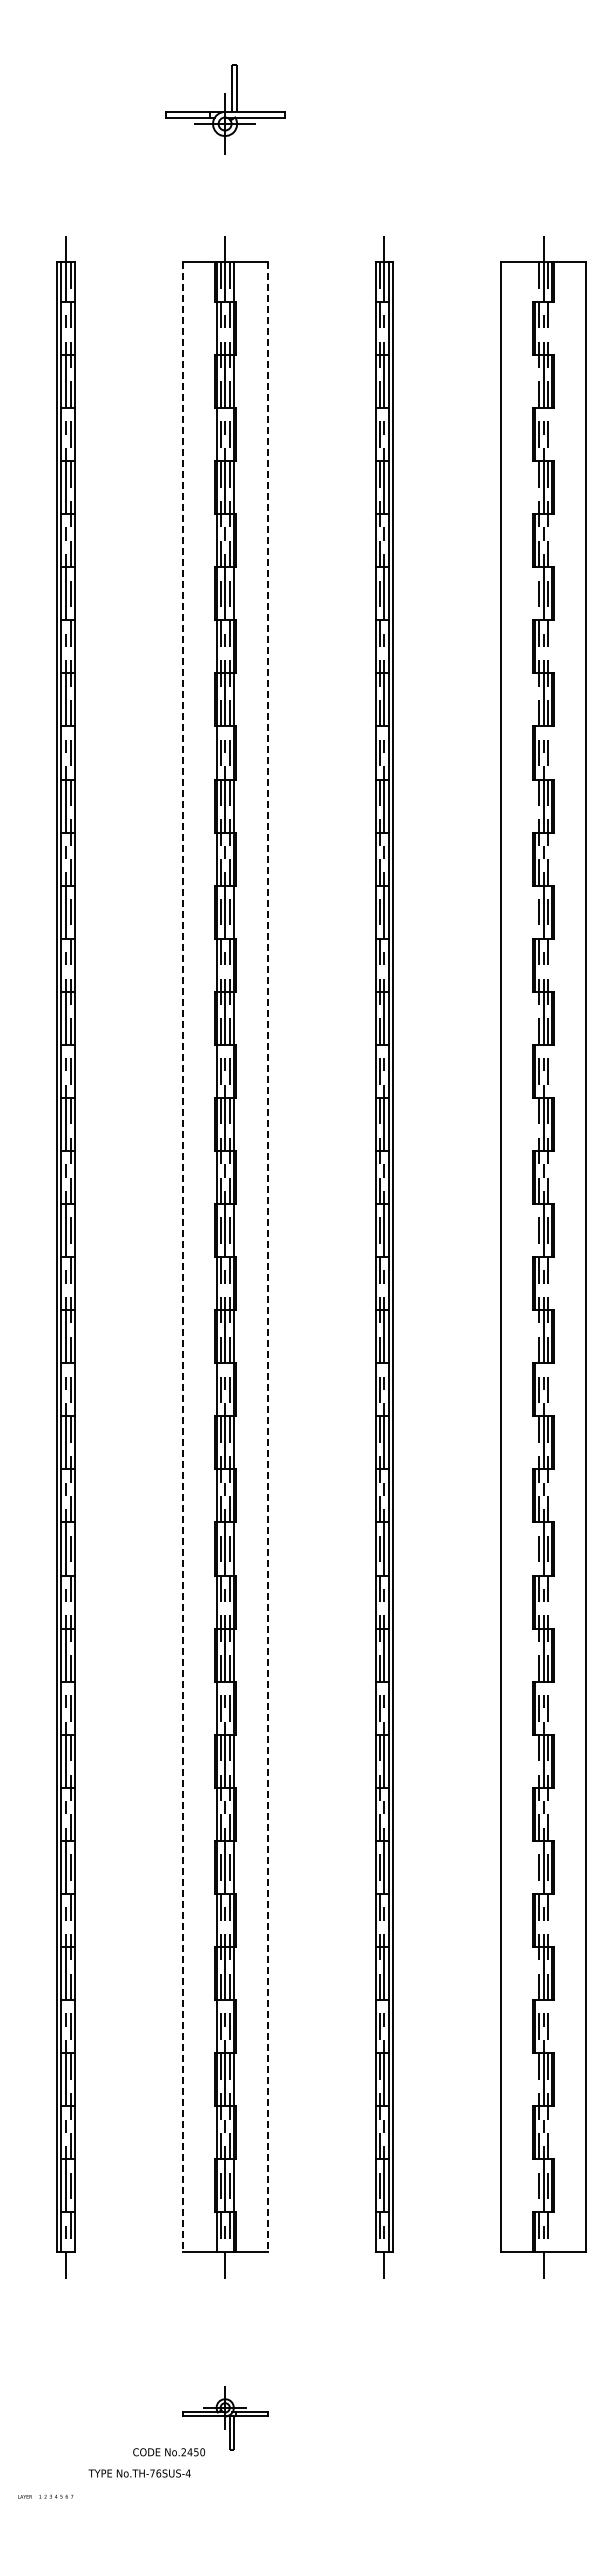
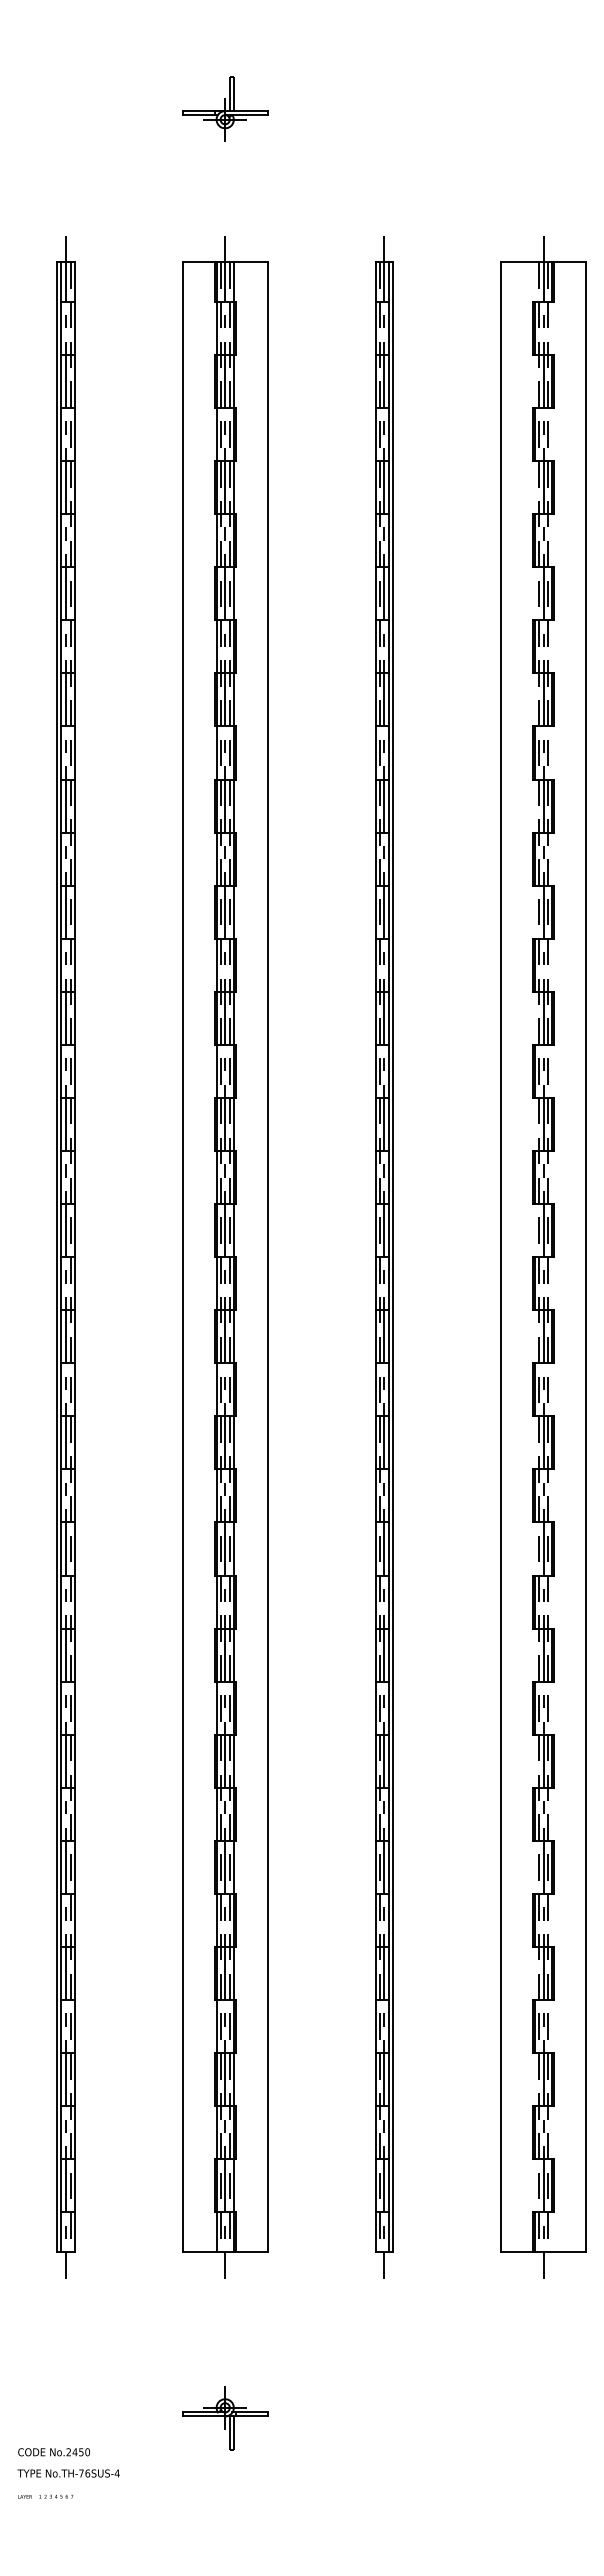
part at (225, 109) size: 121x91 px -> 87x66 px
line at (182, 1257): dashed -> solid
line at (267, 1257): dashed -> solid
text at (169, 2452) position: (169, 2452) -> (54, 2452)
text at (139, 2473) position: (139, 2473) -> (68, 2473)
